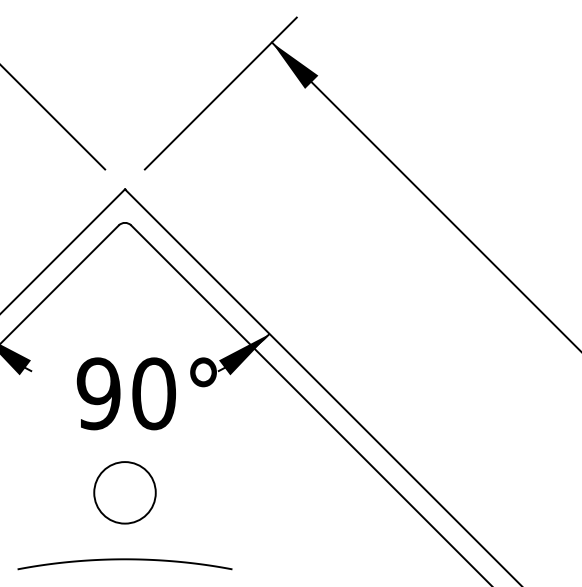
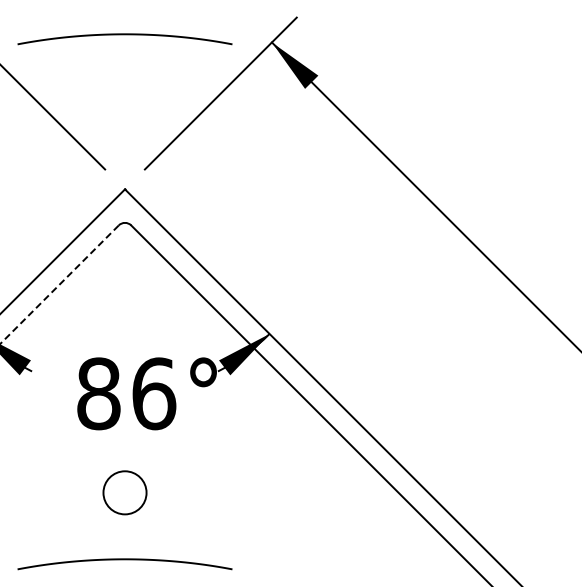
curve at (124, 35): none -> present
line at (59, 284): solid -> dashed
text at (126, 393): 90° -> 86°
circle at (124, 492) diameter: 62 px -> 43 px
